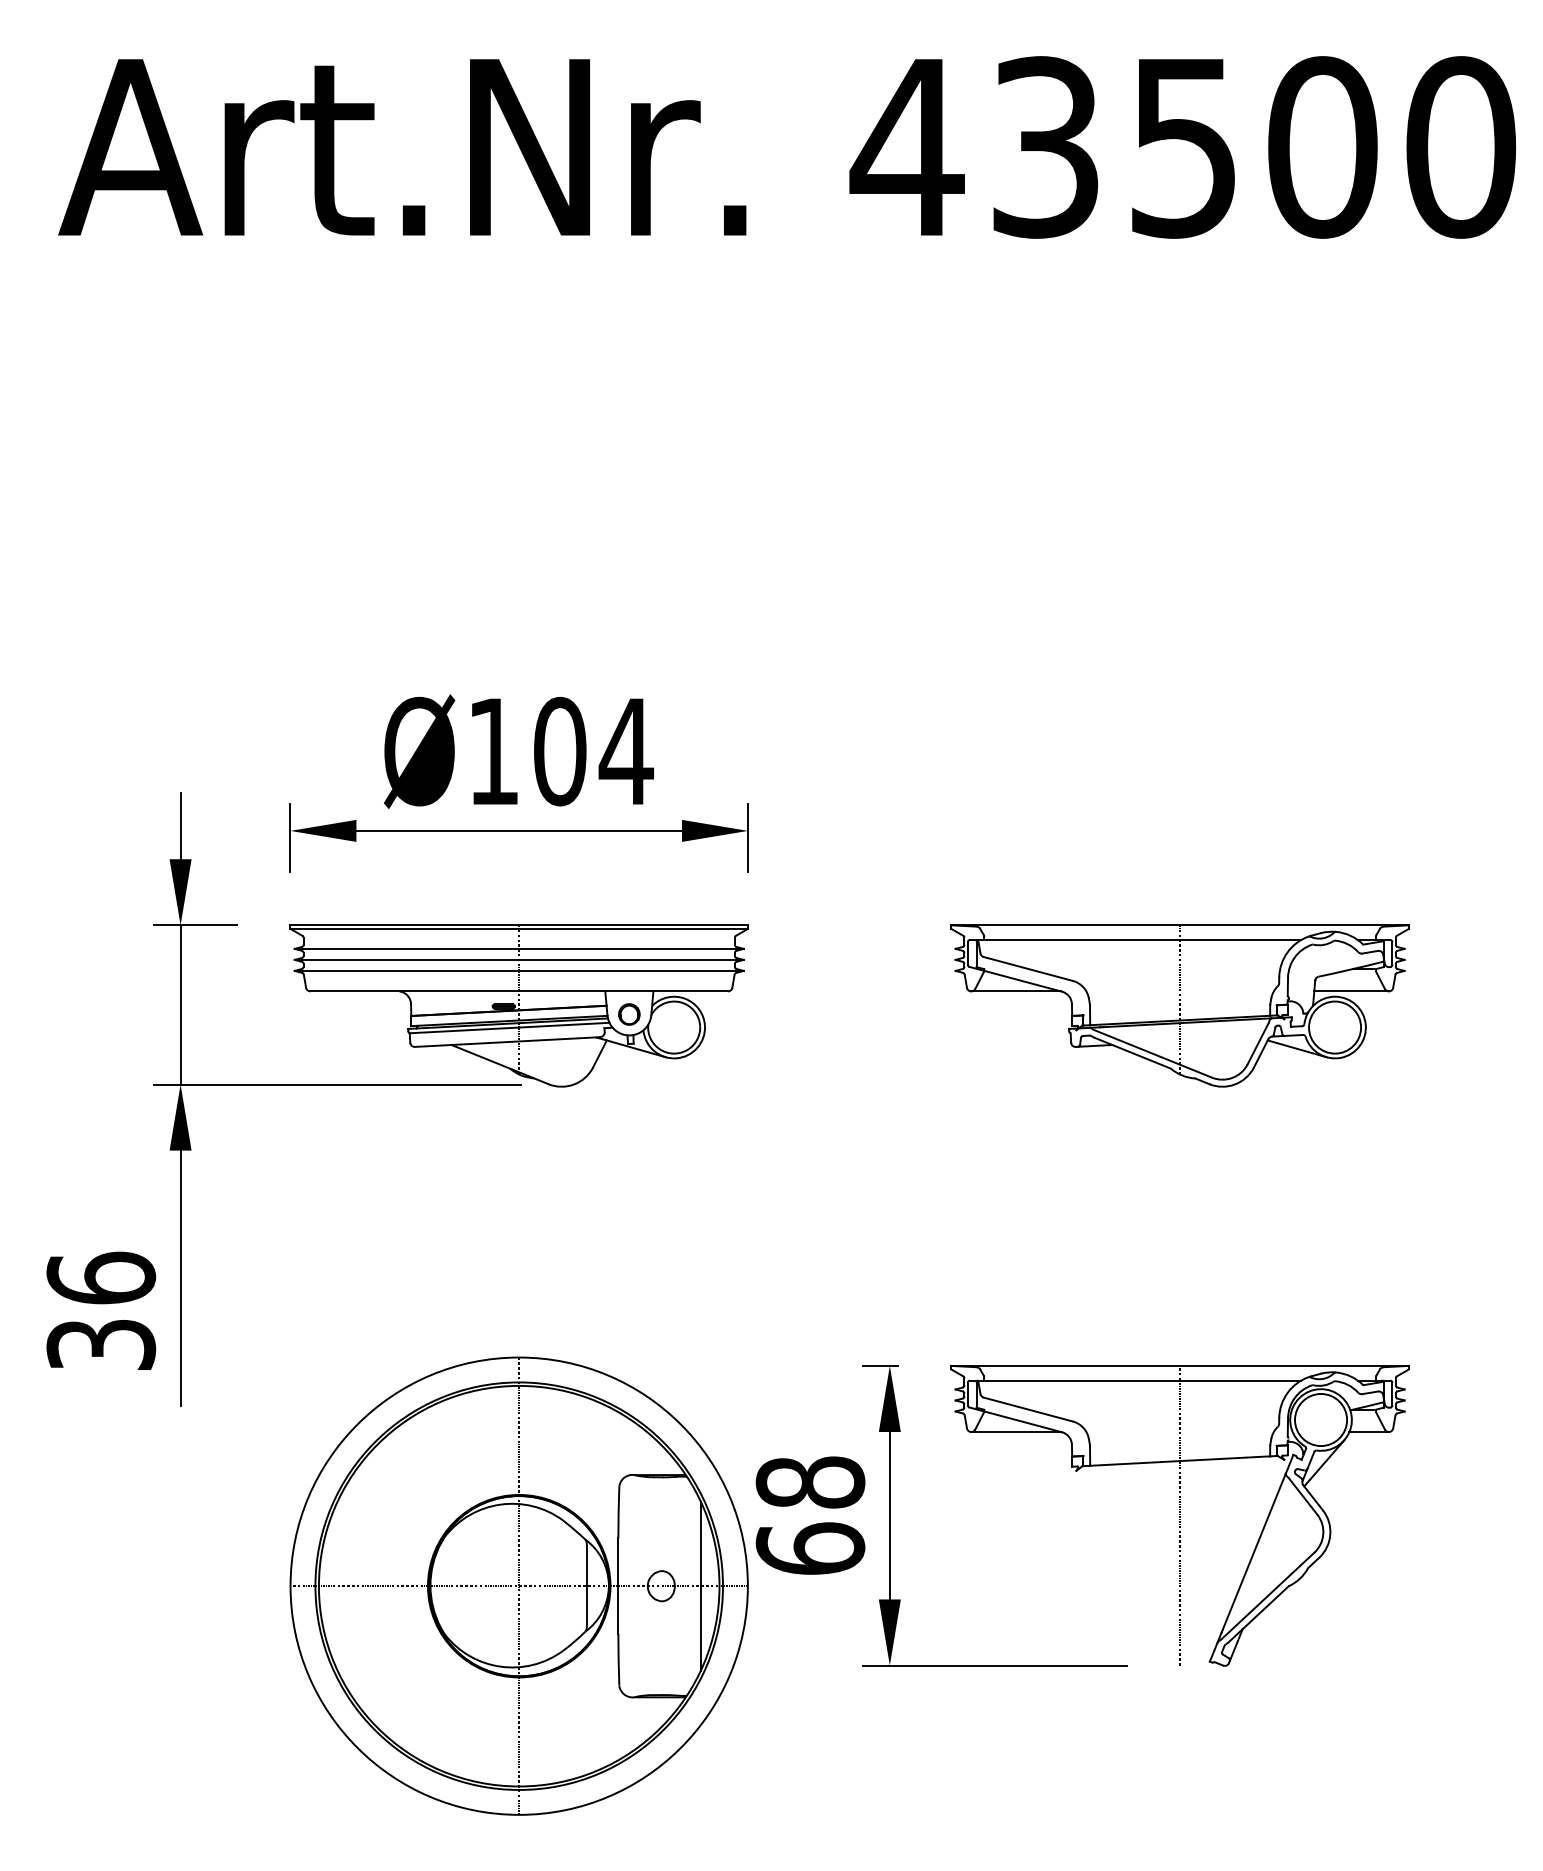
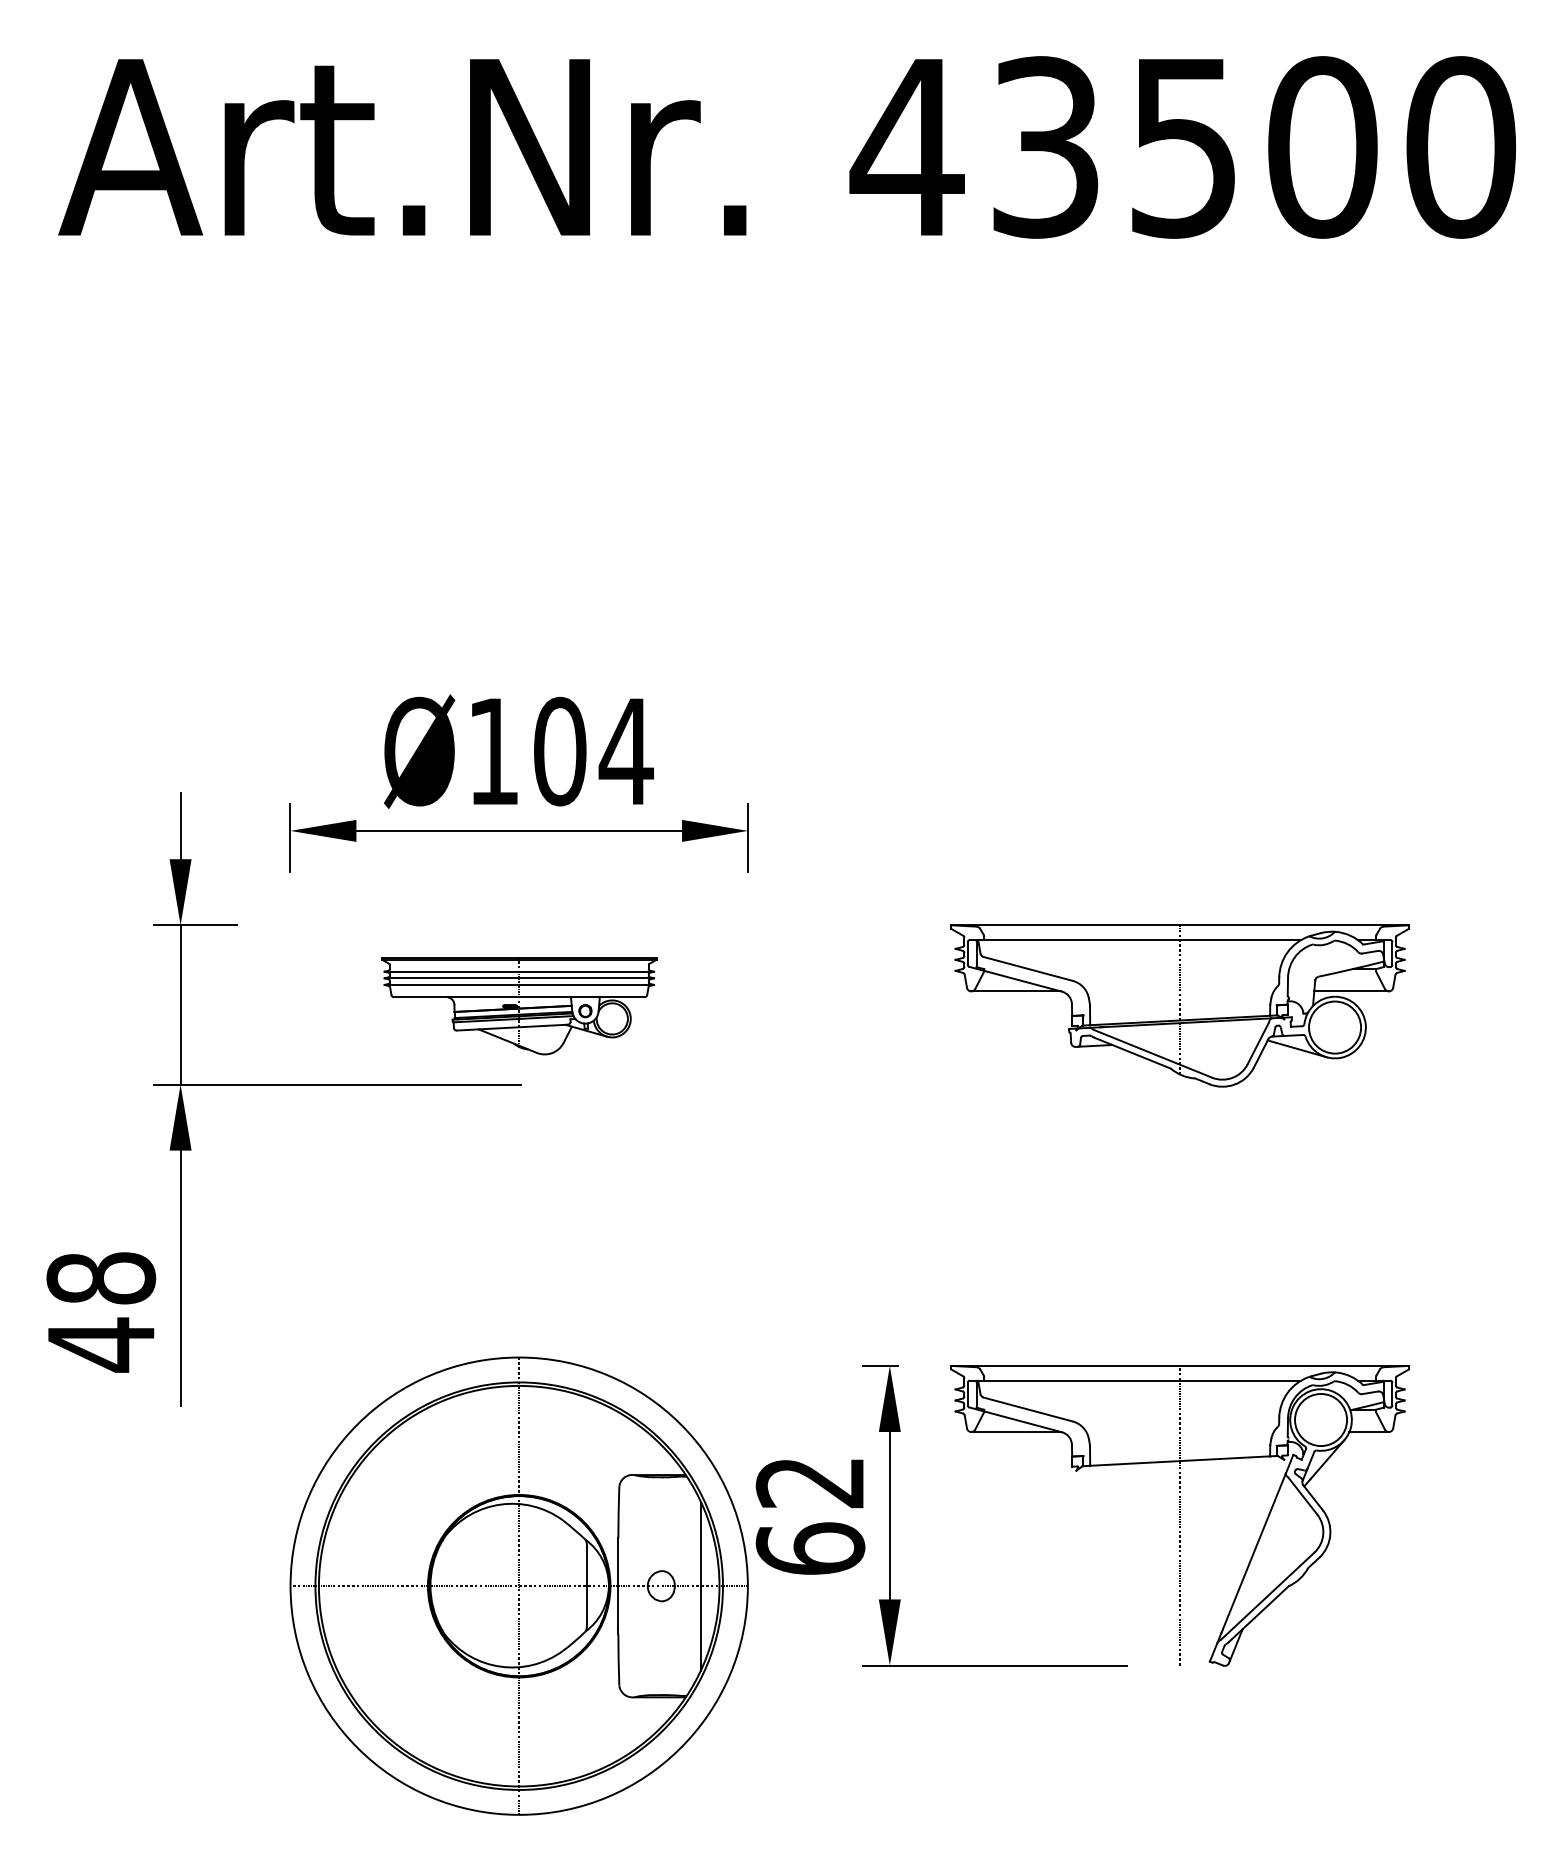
part at (519, 1005) size: 461x164 px -> 277x99 px
text at (101, 1311): 36 -> 48
text at (810, 1482): 68 -> 62
